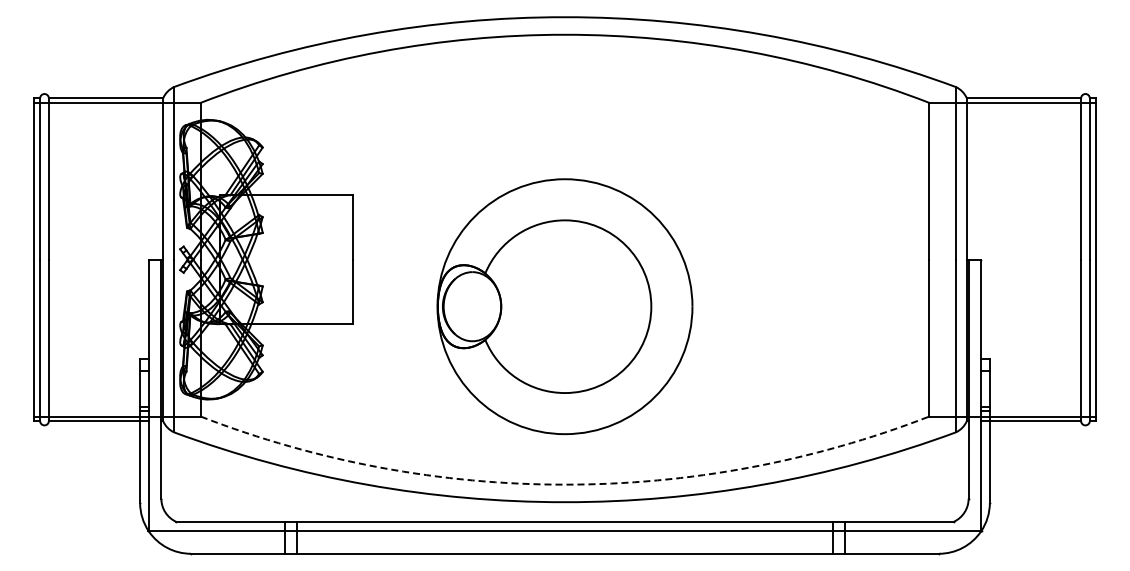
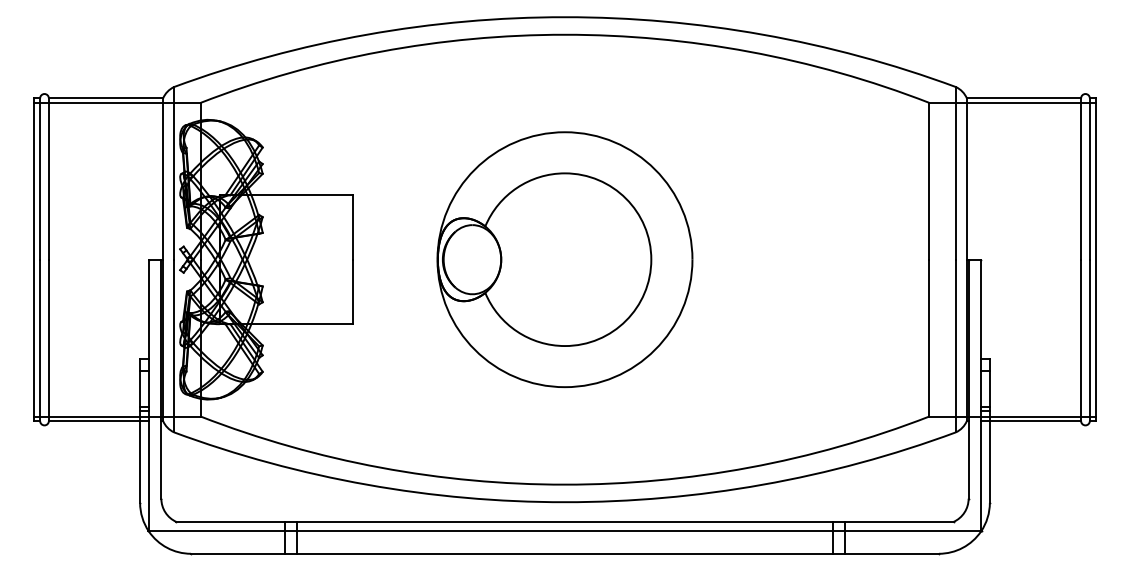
part at (564, 306) position: (564, 306) -> (564, 259)
arc at (565, 484): dashed -> solid
